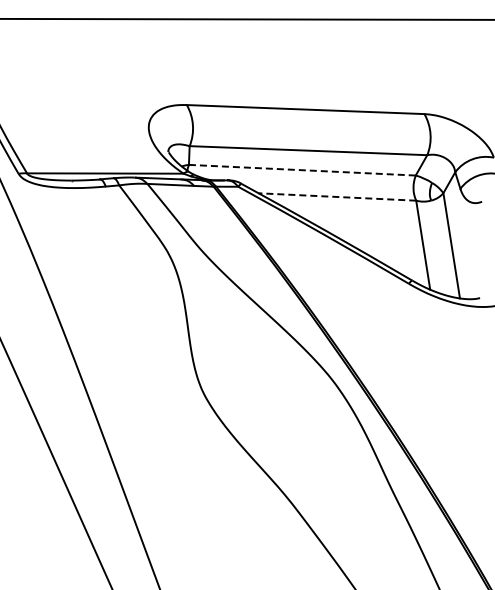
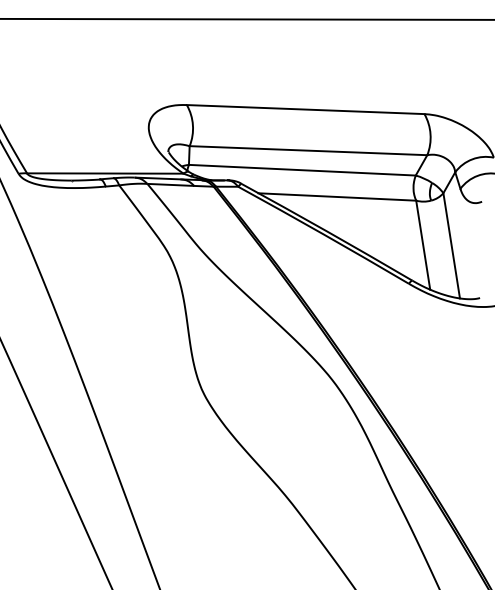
line at (302, 170): dashed -> solid
line at (337, 196): dashed -> solid
